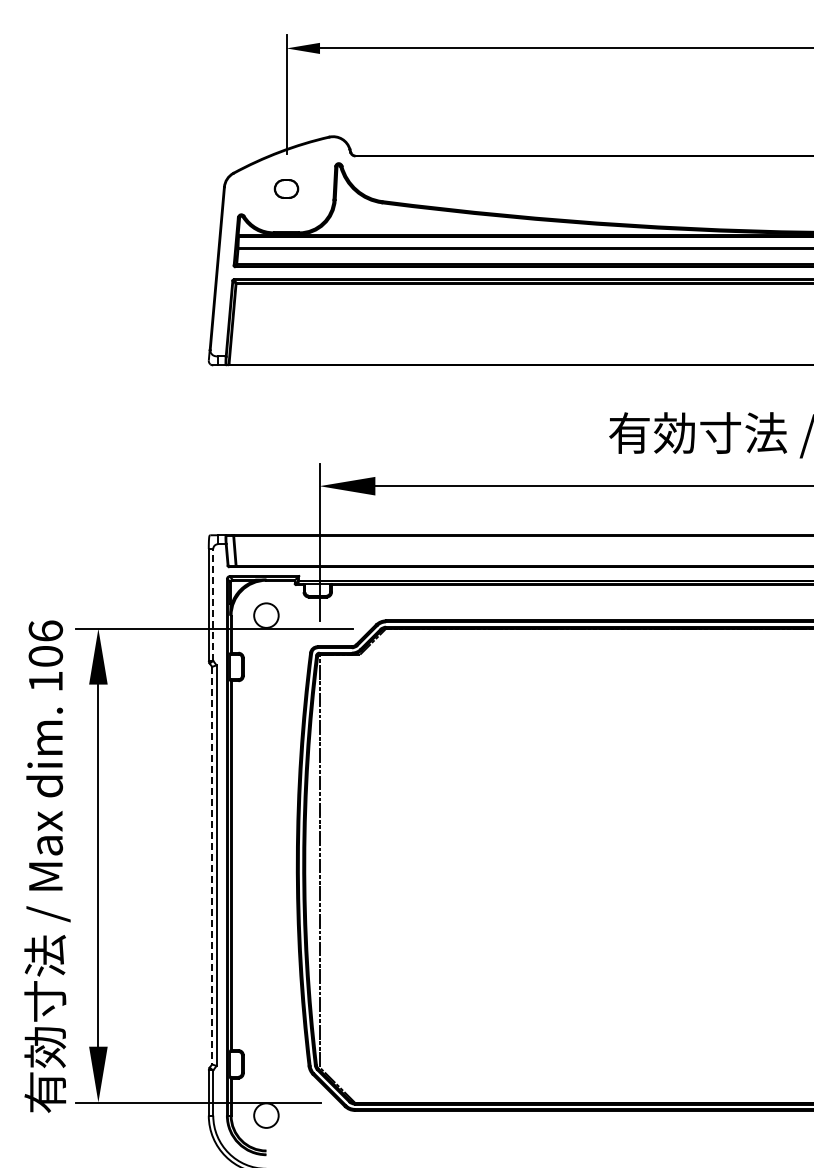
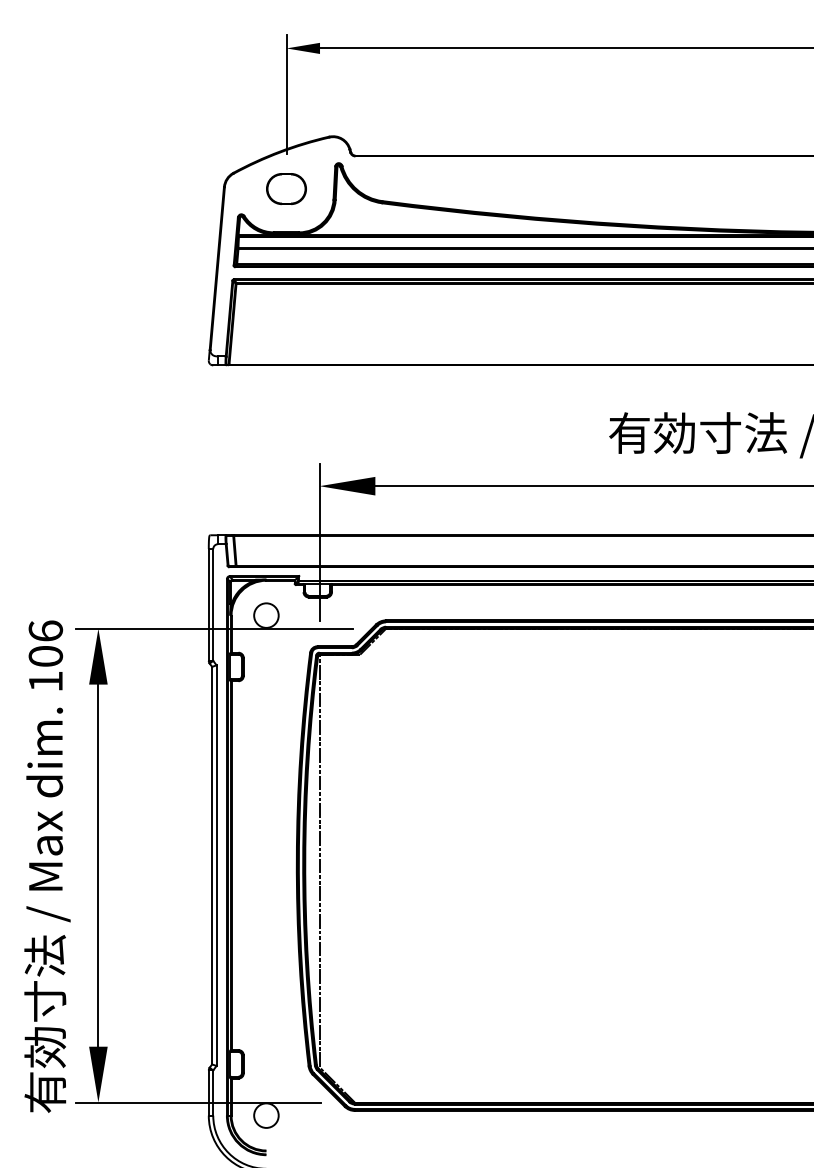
part at (286, 188) size: 27x20 px -> 41x32 px
line at (213, 604): dashed -> solid
line at (212, 865): dashed -> solid
